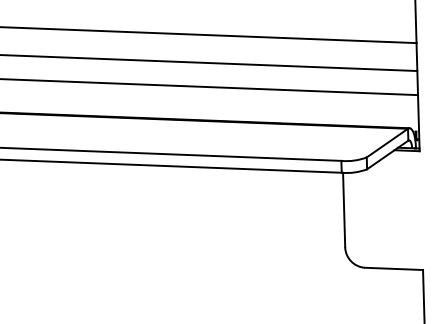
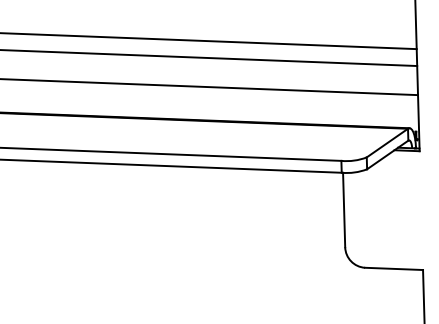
line at (209, 35) position: (209, 35) -> (209, 41)
line at (209, 63) position: (209, 63) -> (209, 58)
